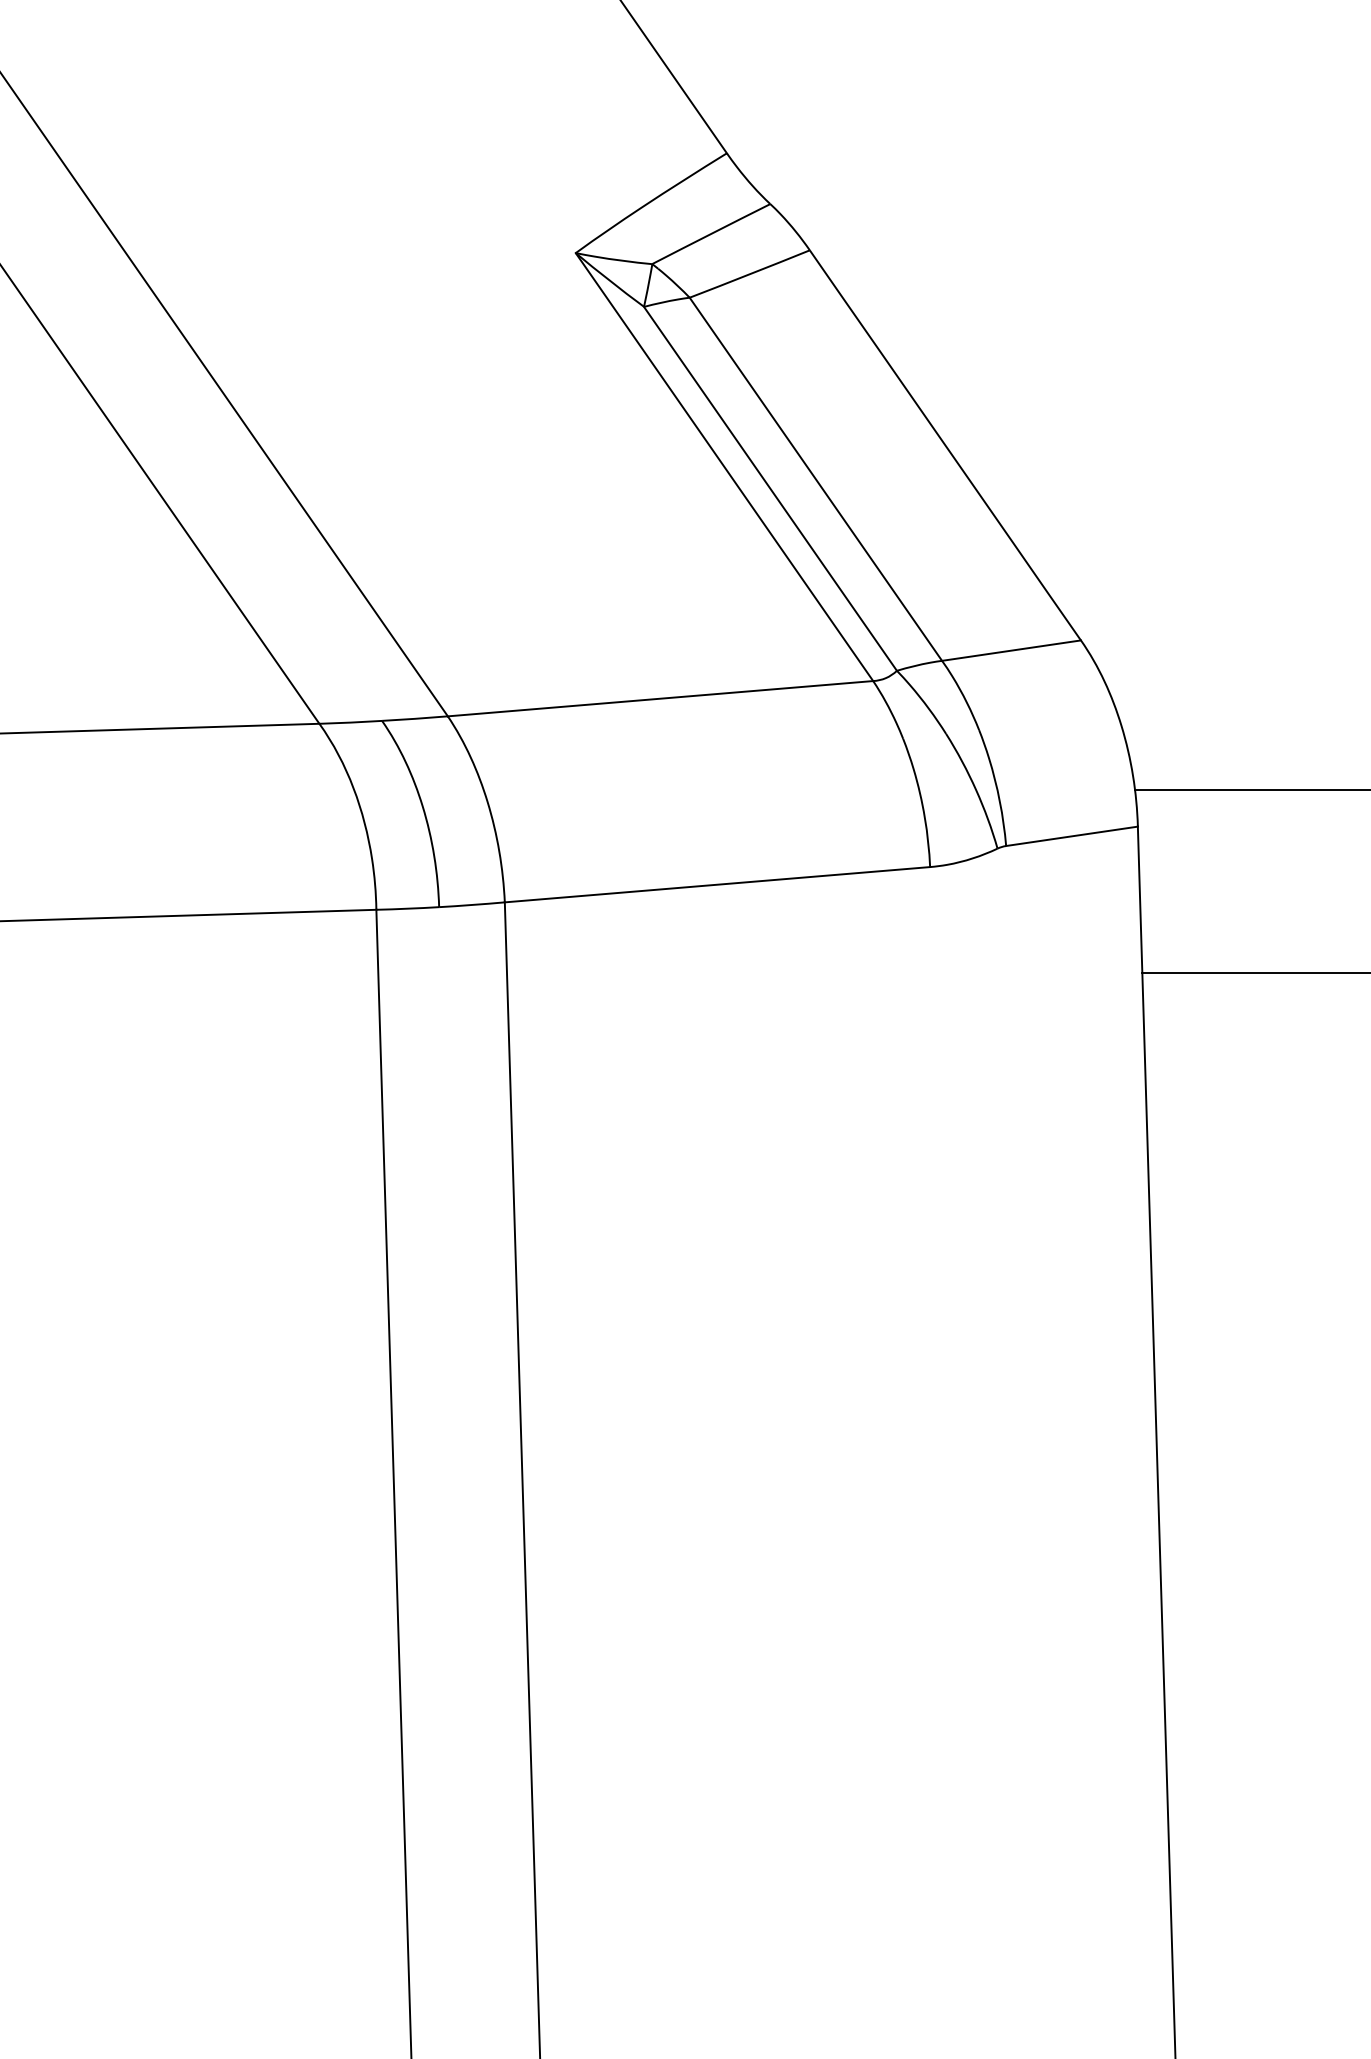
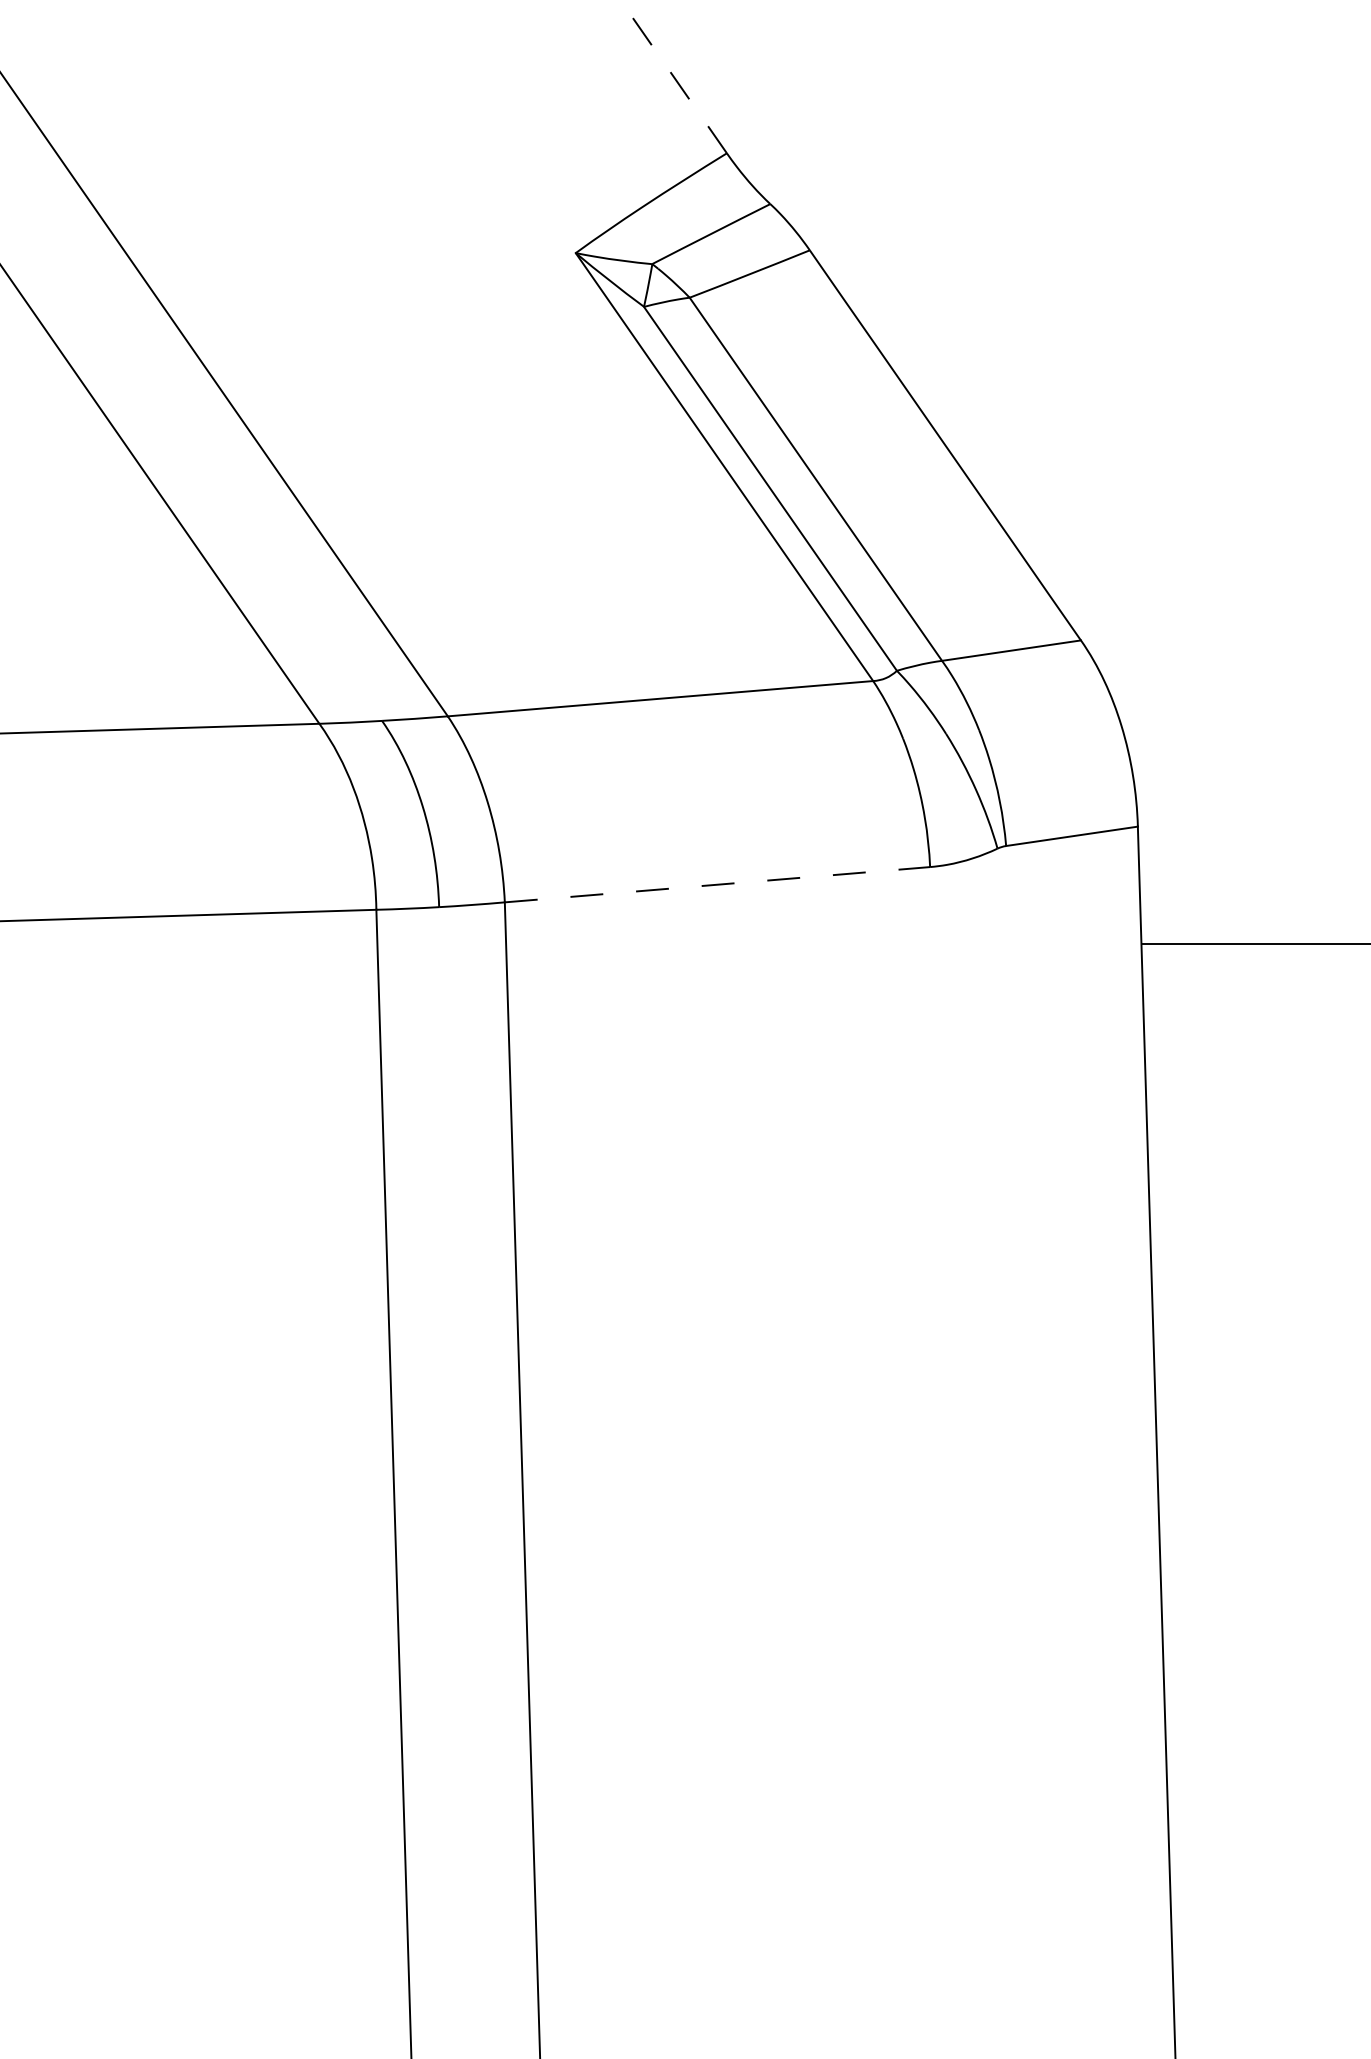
line at (673, 77): solid -> dashed
line at (1251, 789): present -> none
line at (717, 884): solid -> dashed
line at (1254, 972) position: (1254, 972) -> (1254, 943)
